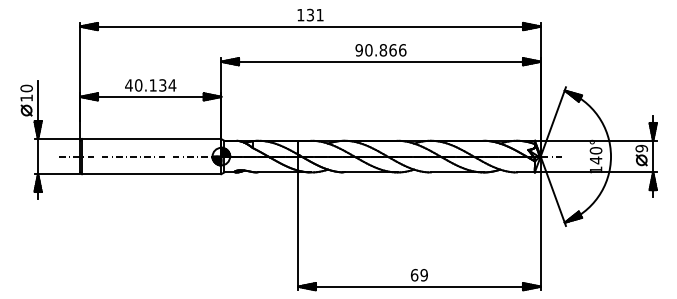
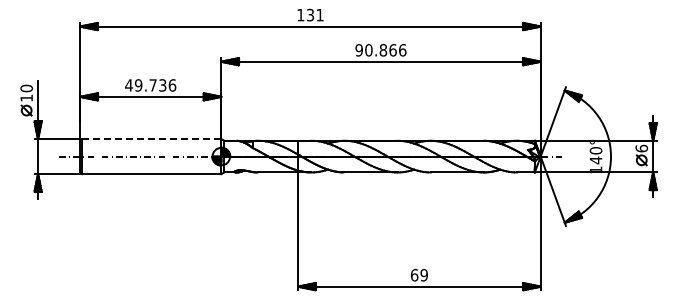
text at (155, 85): 40.134 -> 49.736
line at (151, 139): solid -> dashed
text at (641, 148): 9 -> 6
